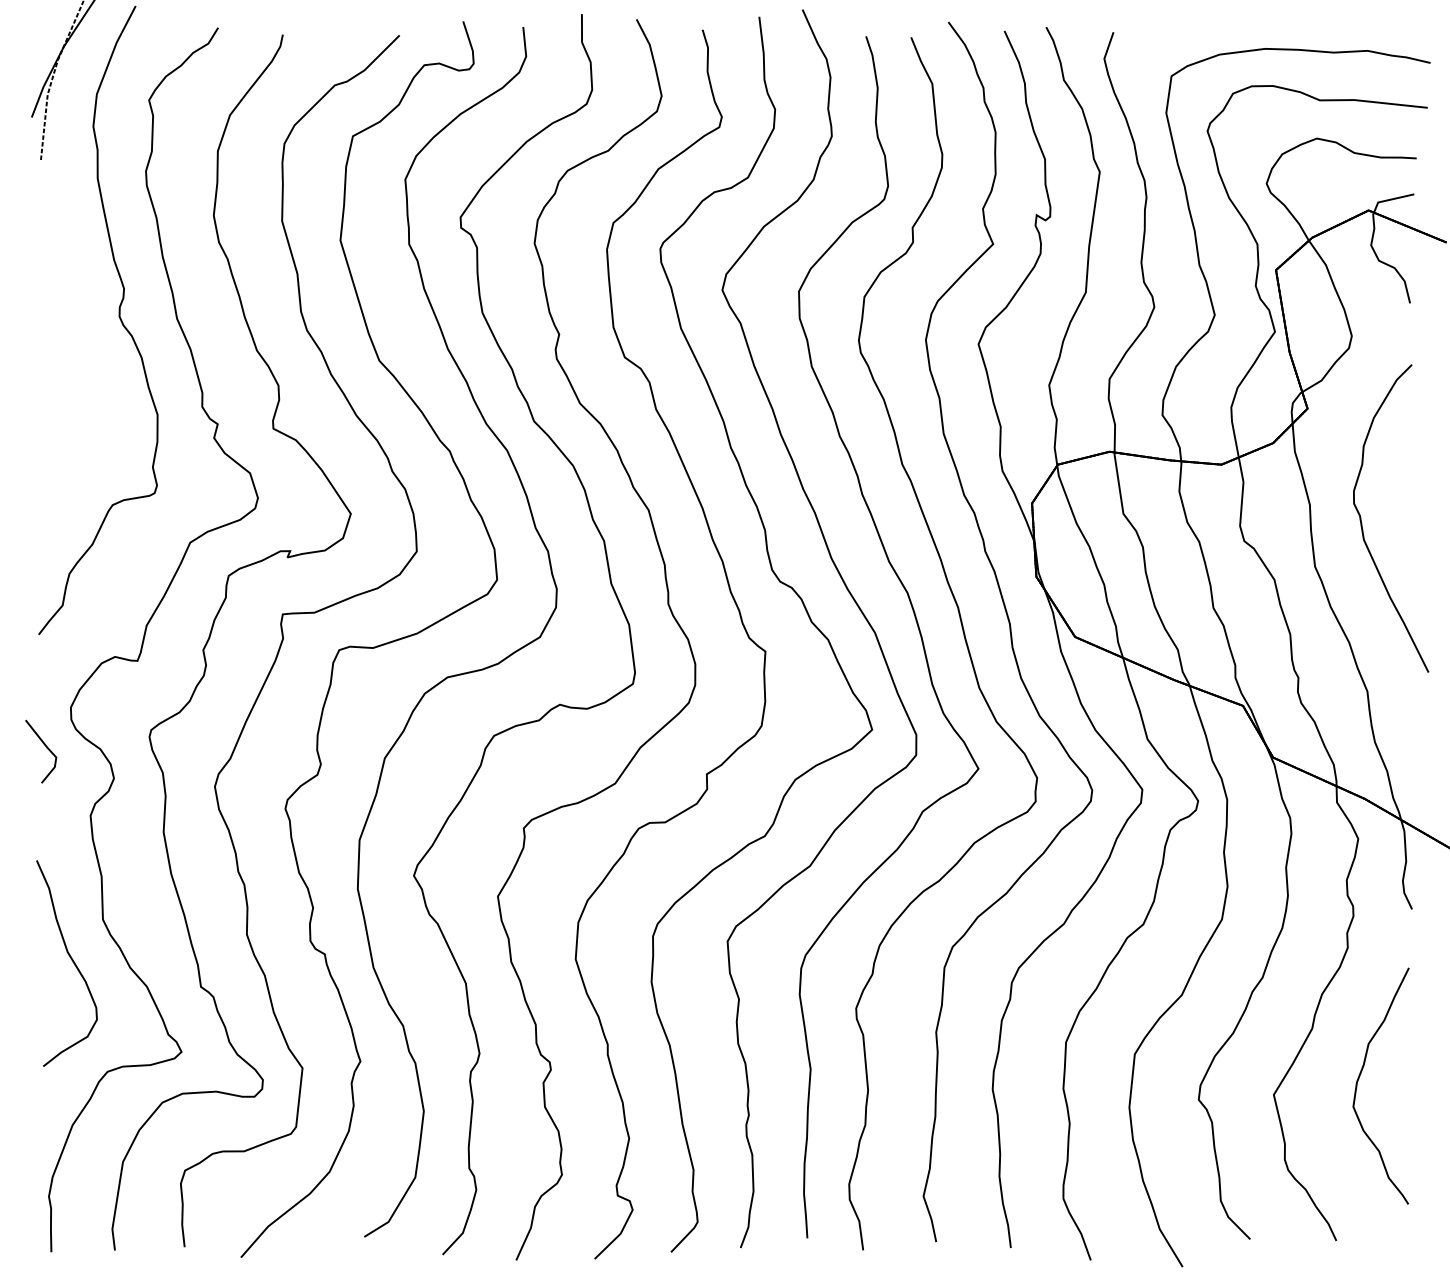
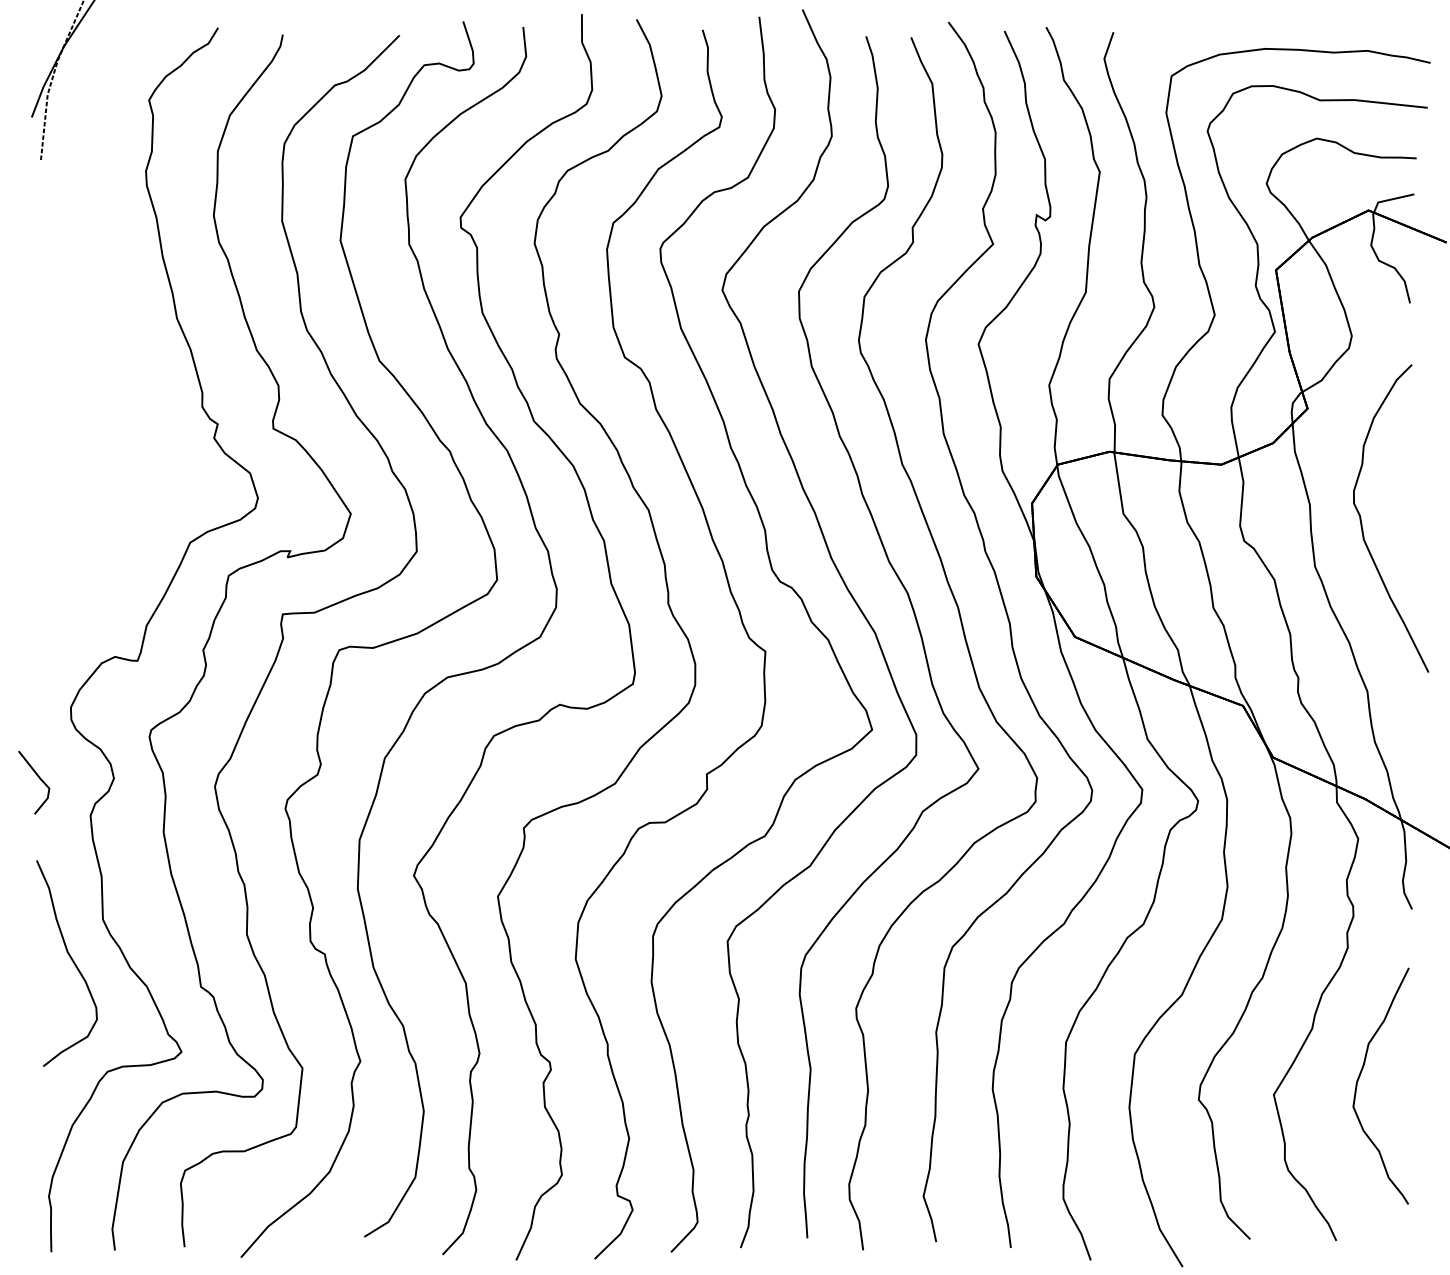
curve at (118, 316): present -> none
line at (46, 748) position: (46, 748) -> (39, 779)
